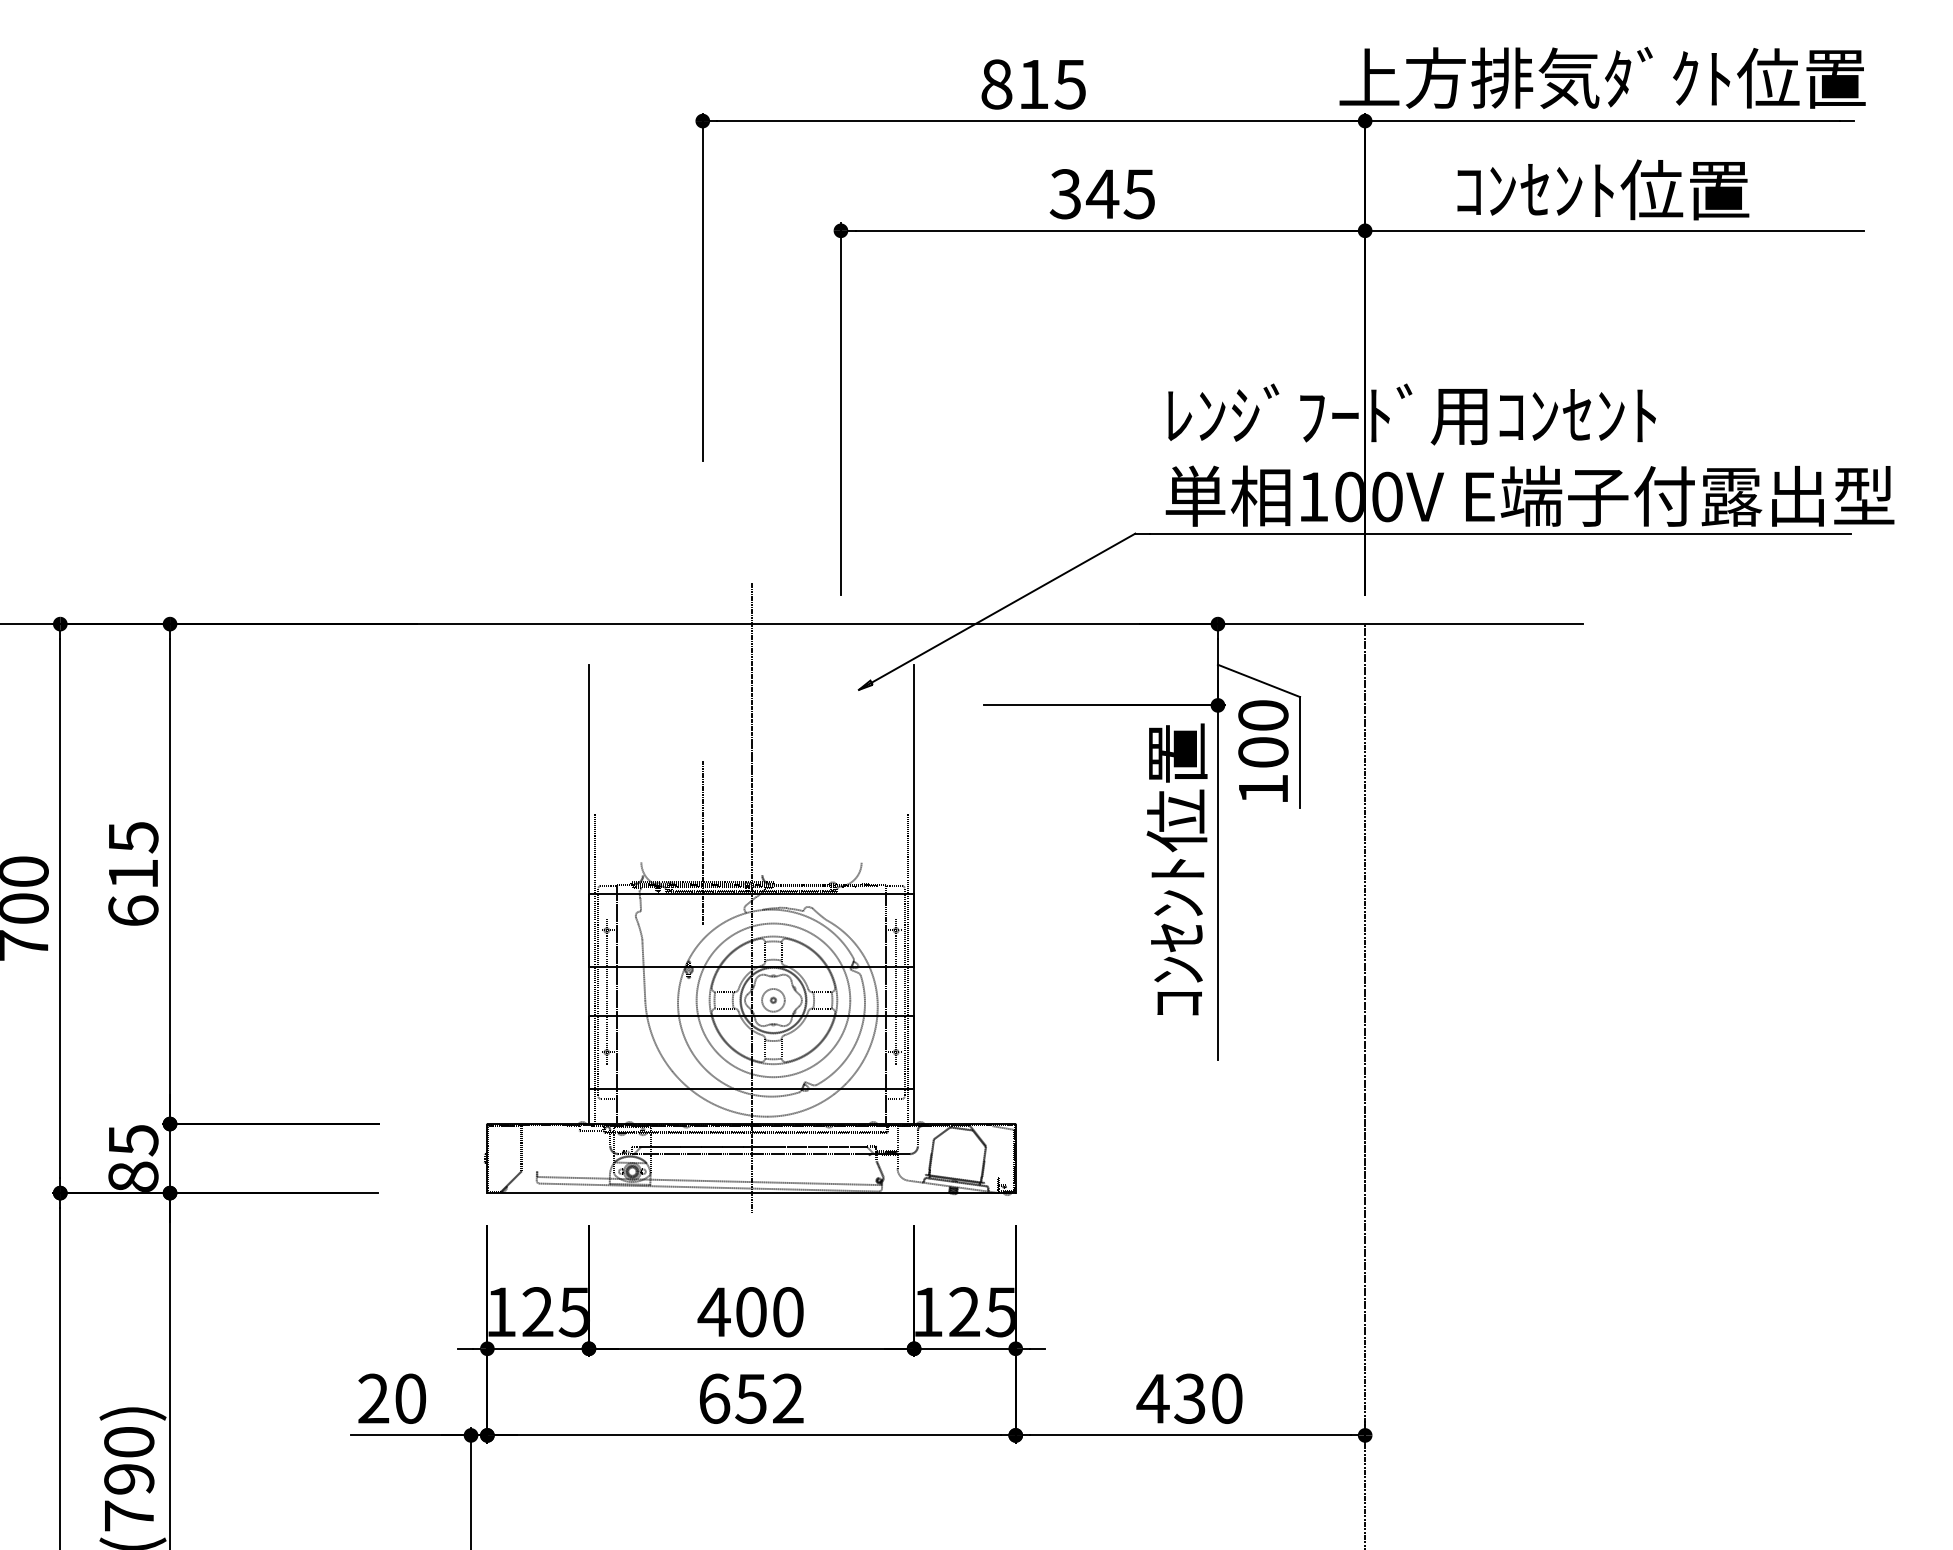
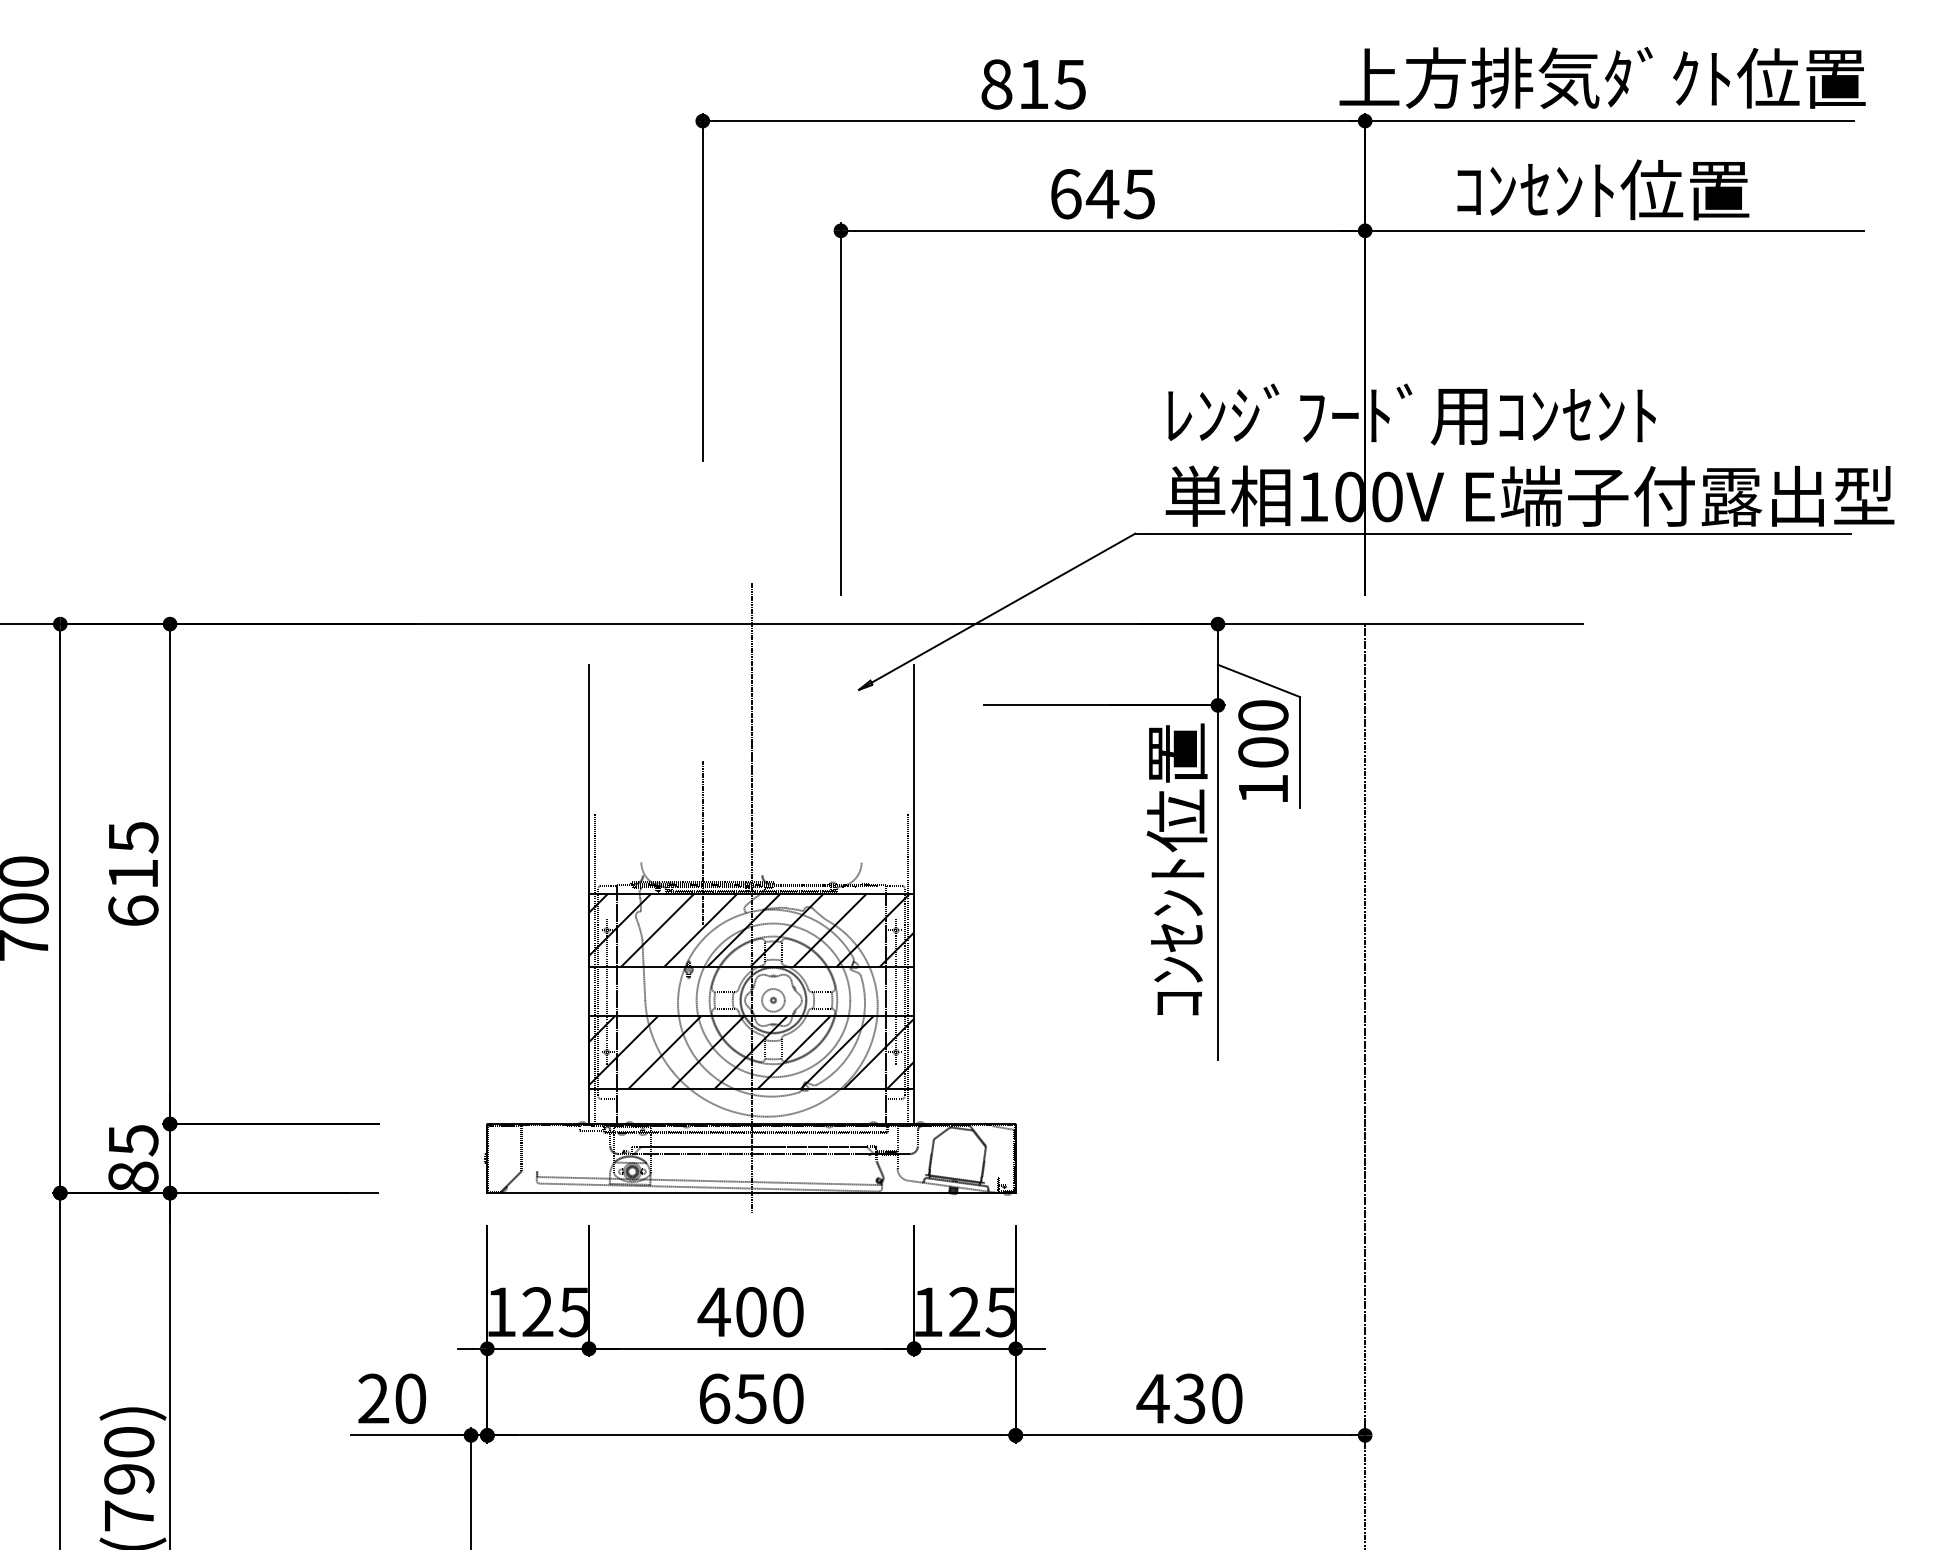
text at (1065, 194): 345 -> 645
hatch at (751, 930): none -> present
hatch at (751, 1052): none -> present
text at (787, 1398): 652 -> 650
